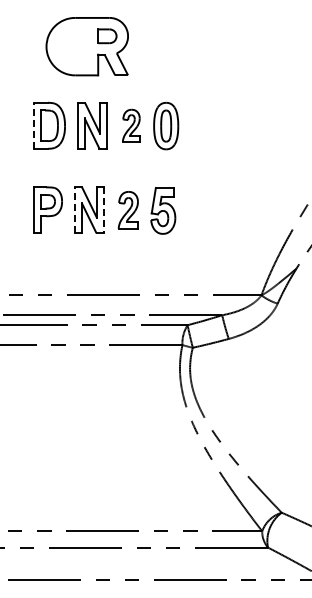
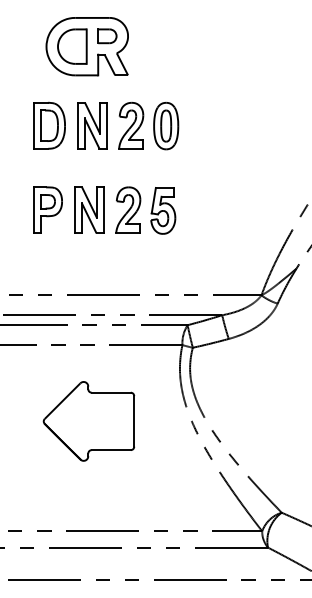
part at (72, 46): none -> present
line at (34, 125): dashed -> solid
part at (131, 125) size: 19x35 px -> 27x48 px
line at (74, 210): dashed -> solid
line at (104, 210): dashed -> solid
part at (127, 210) size: 22x39 px -> 27x48 px
part at (88, 421): none -> present
